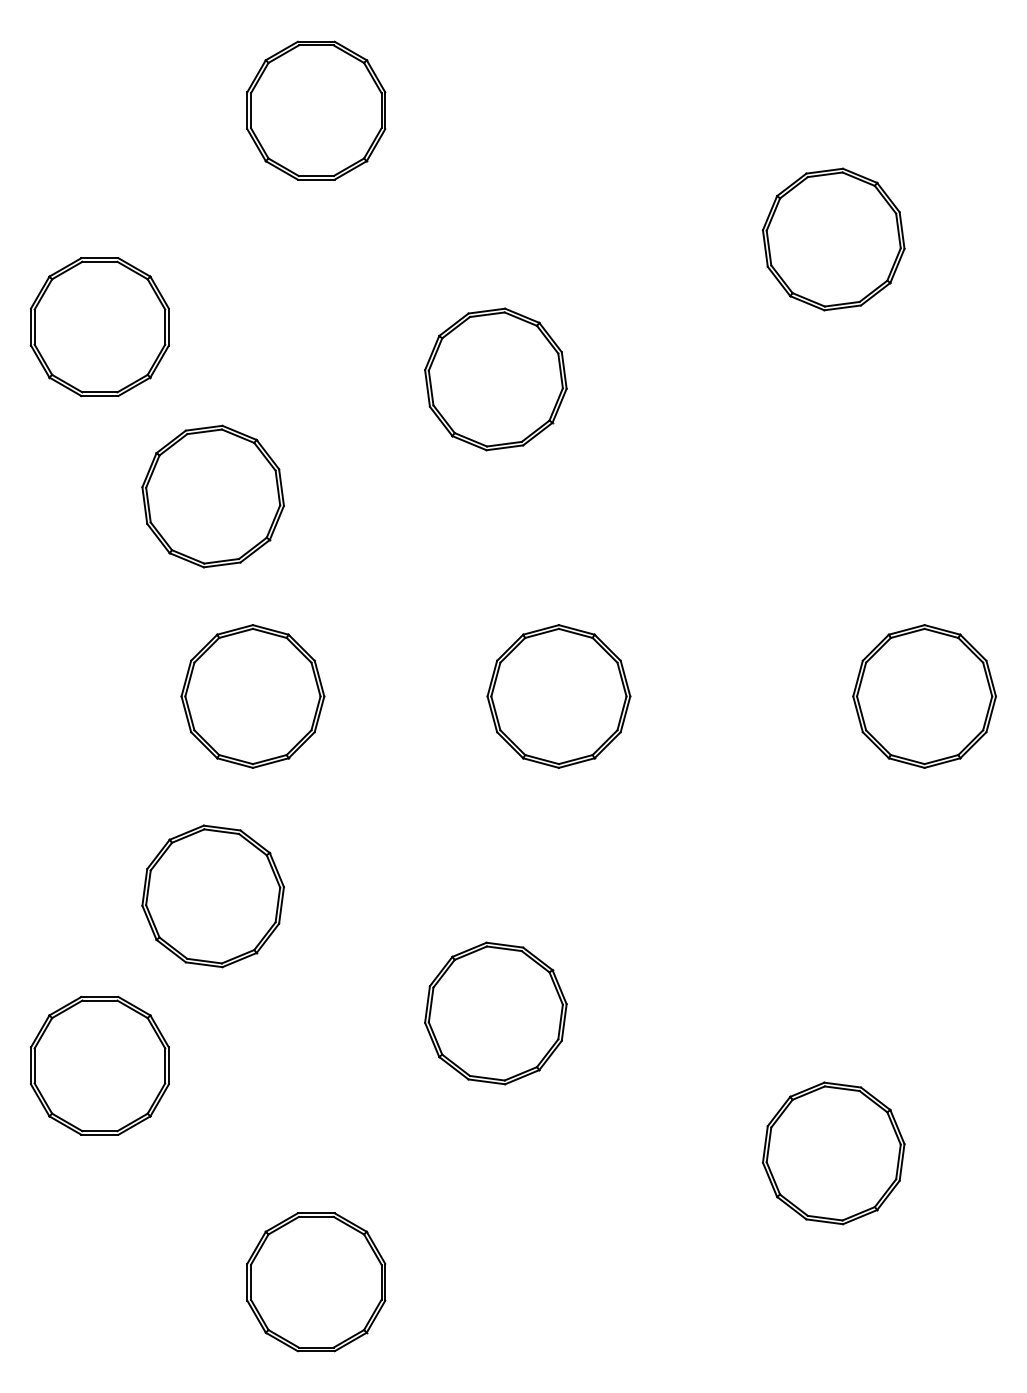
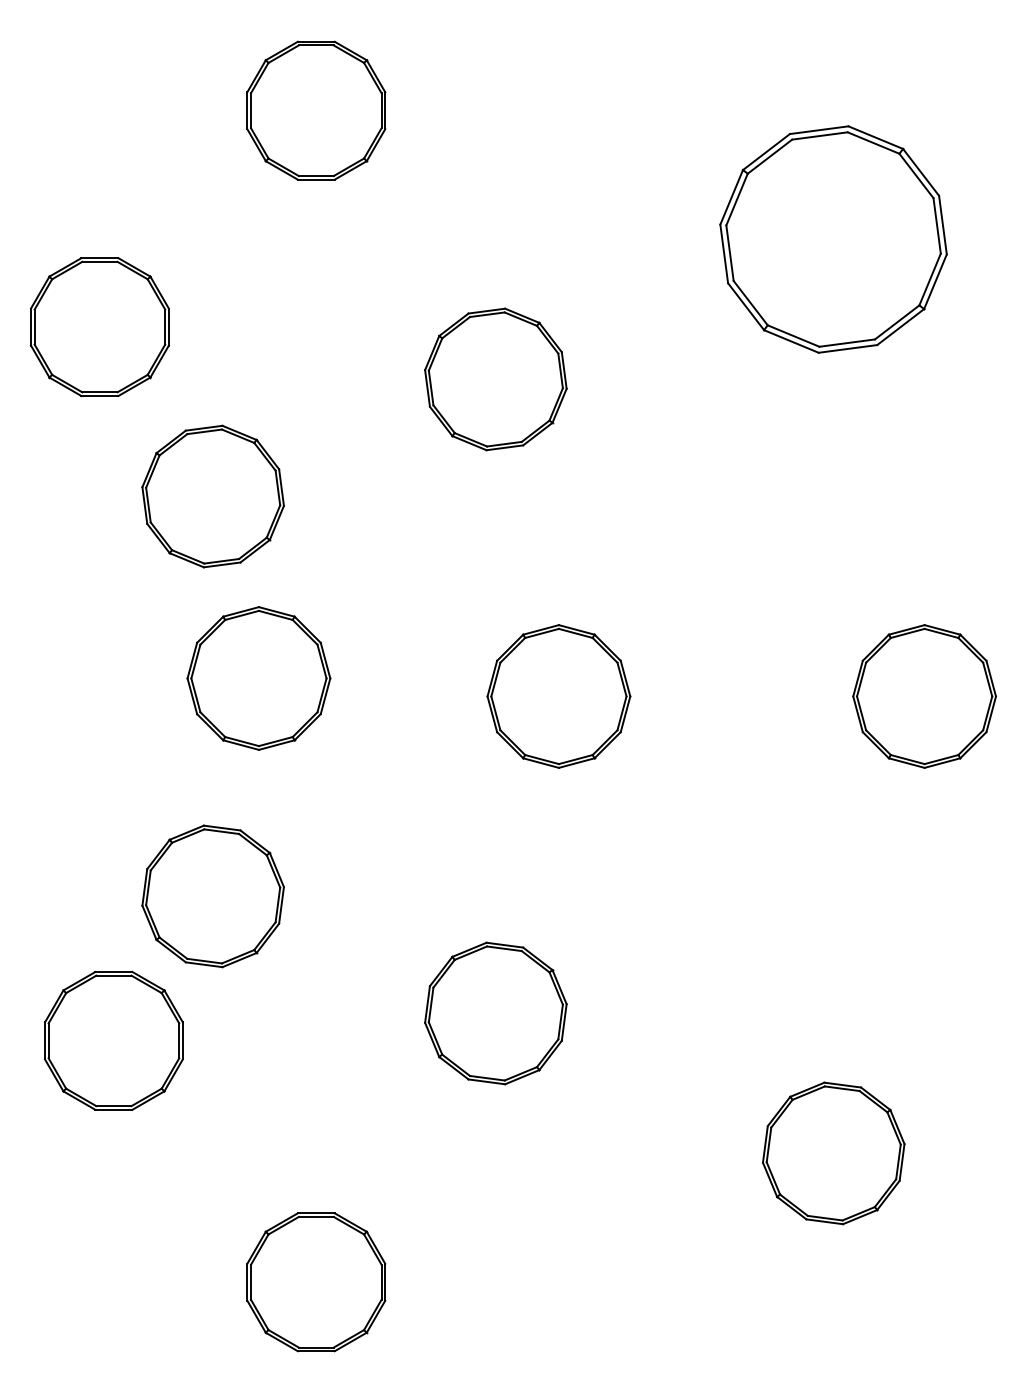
part at (833, 239) size: 144x145 px -> 229x229 px
part at (252, 696) position: (252, 696) -> (258, 678)
part at (99, 1065) position: (99, 1065) -> (113, 1040)
